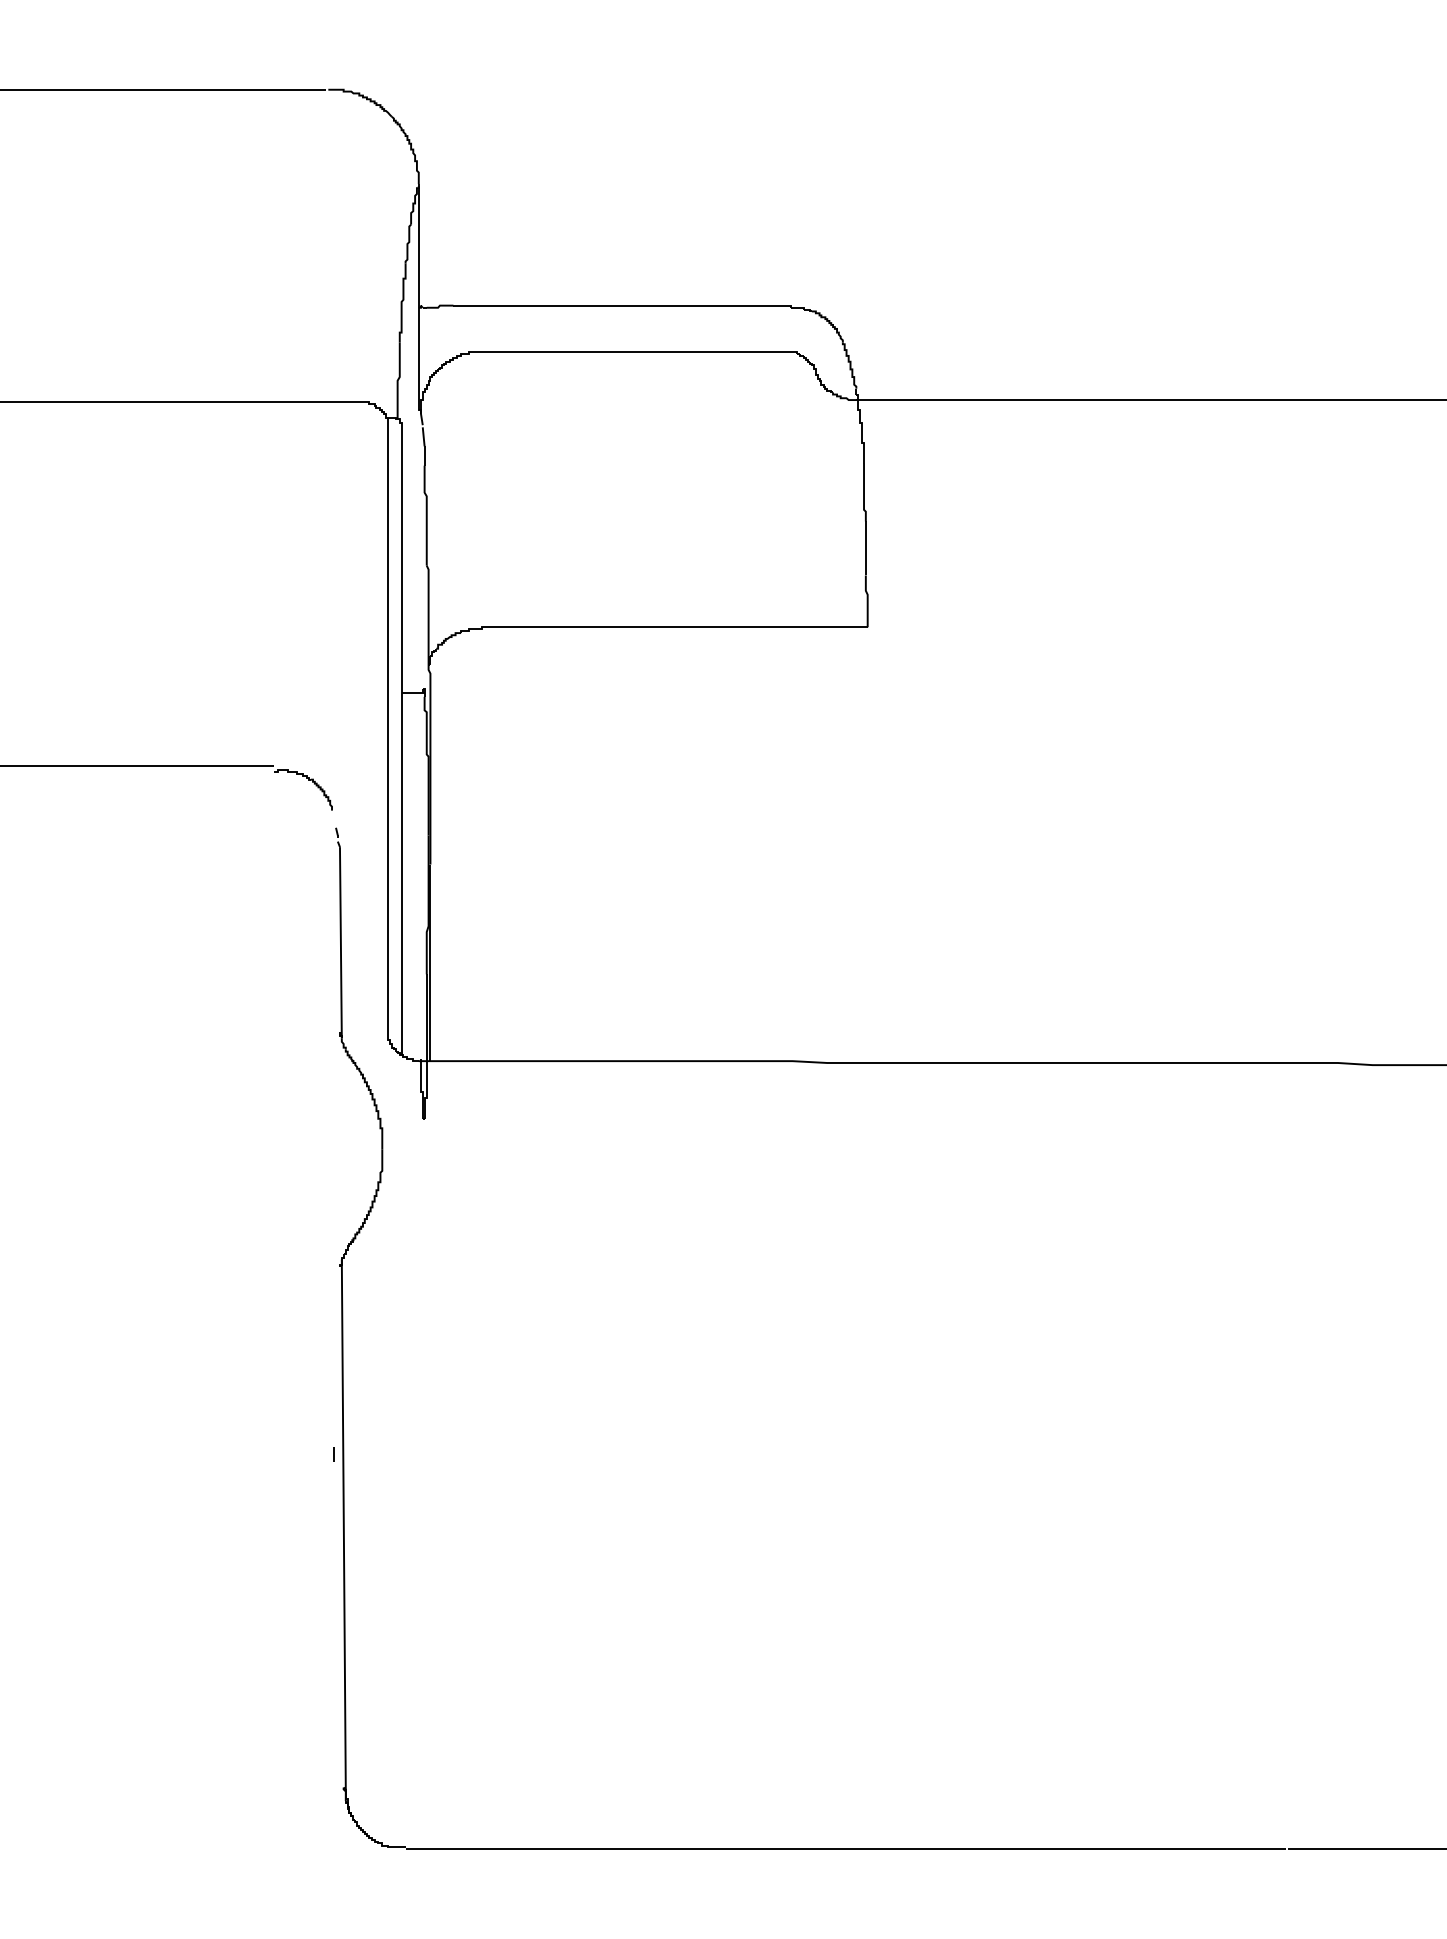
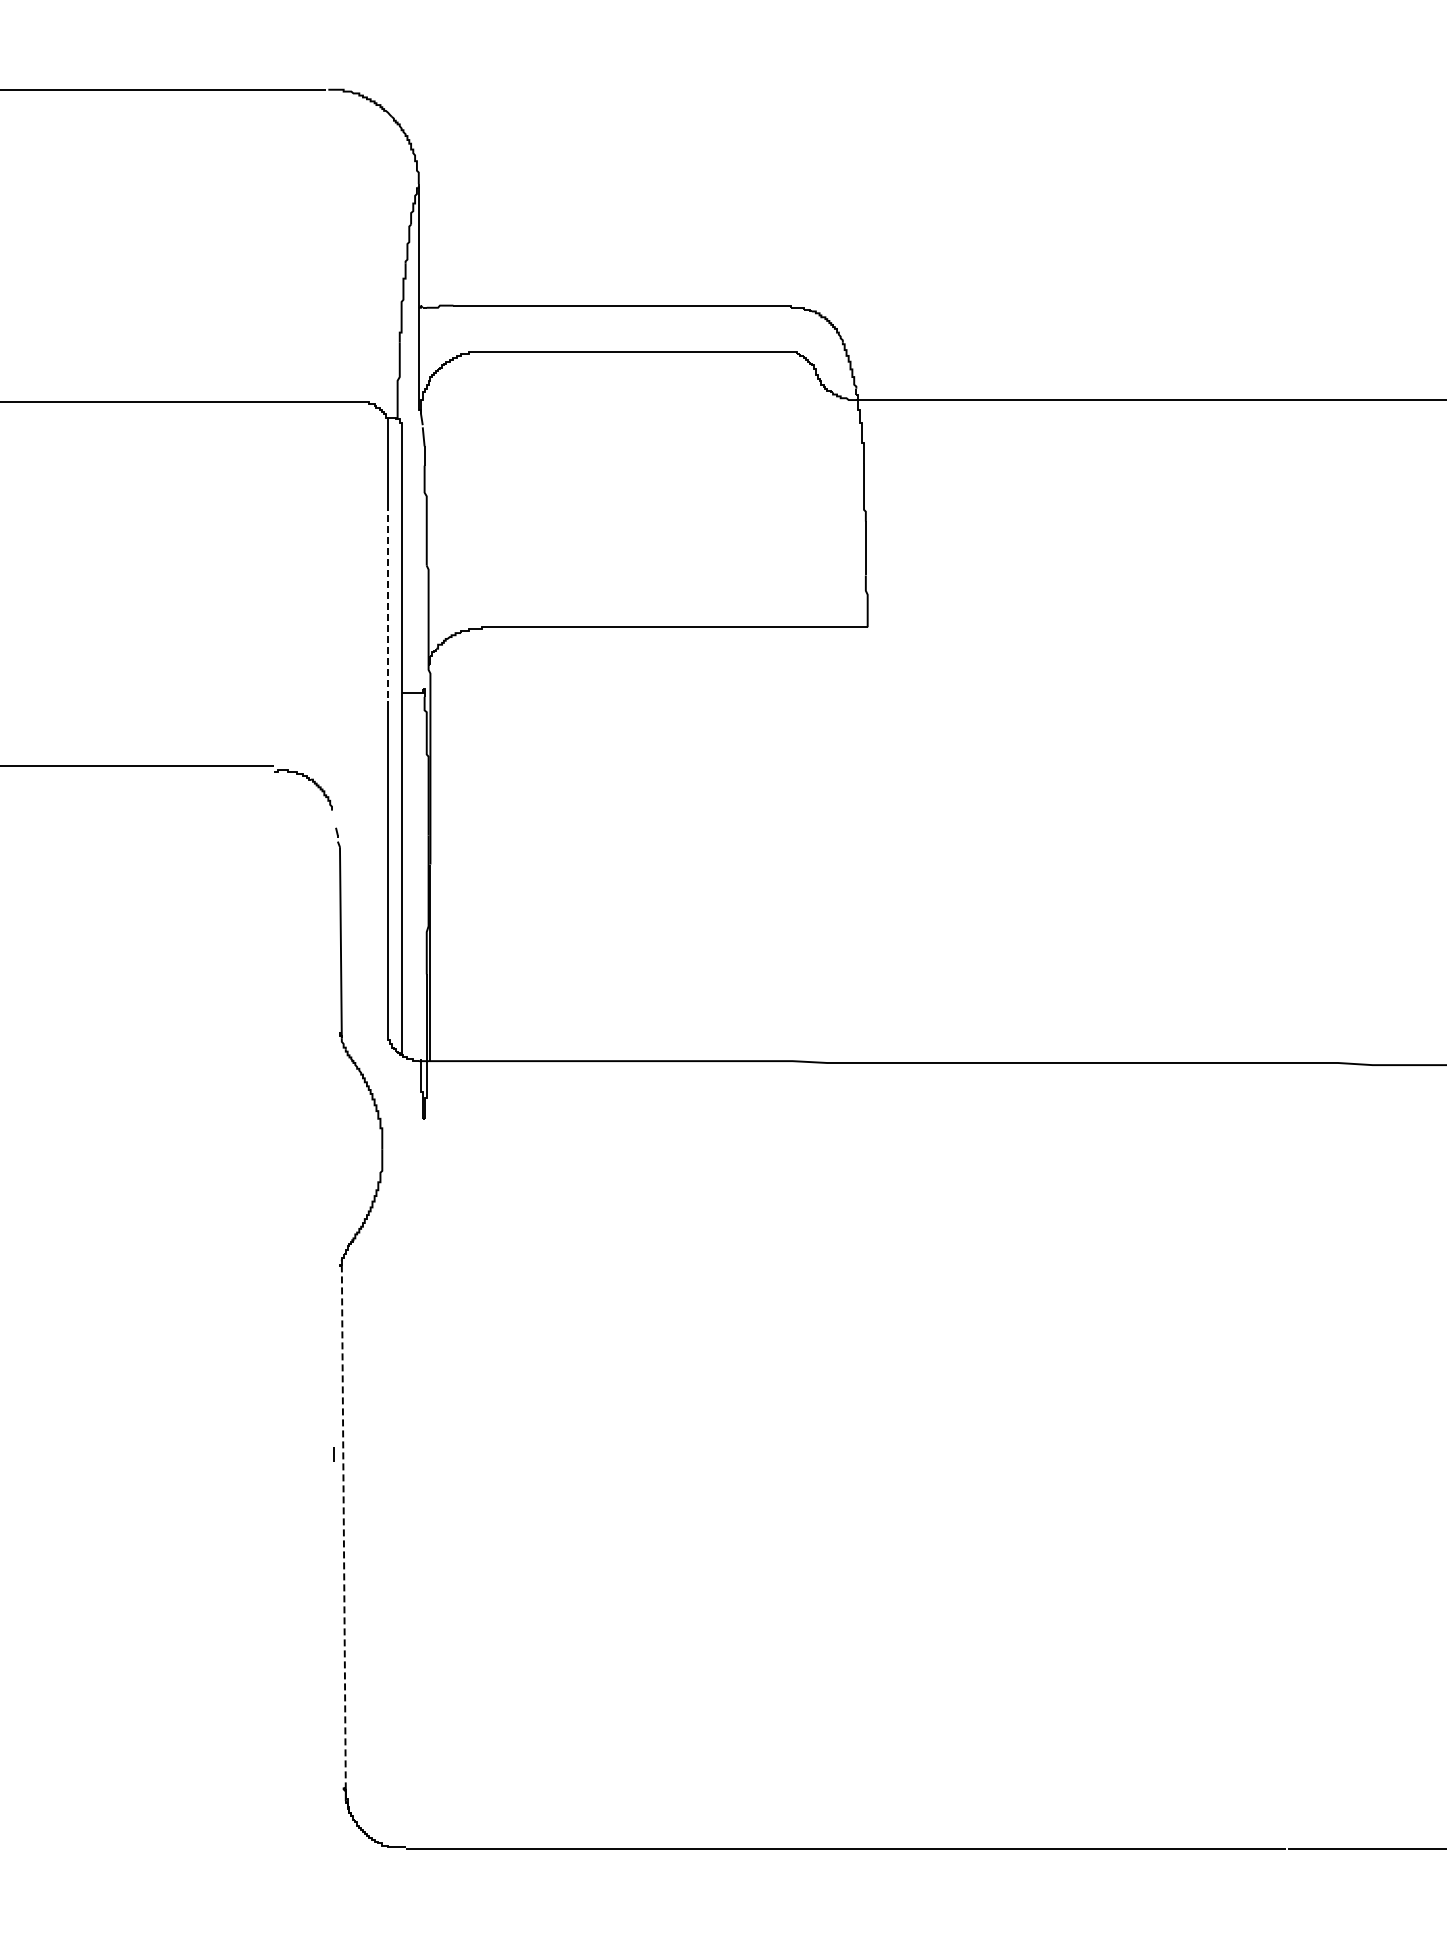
line at (388, 602): solid -> dashed
line at (343, 1524): solid -> dashed
